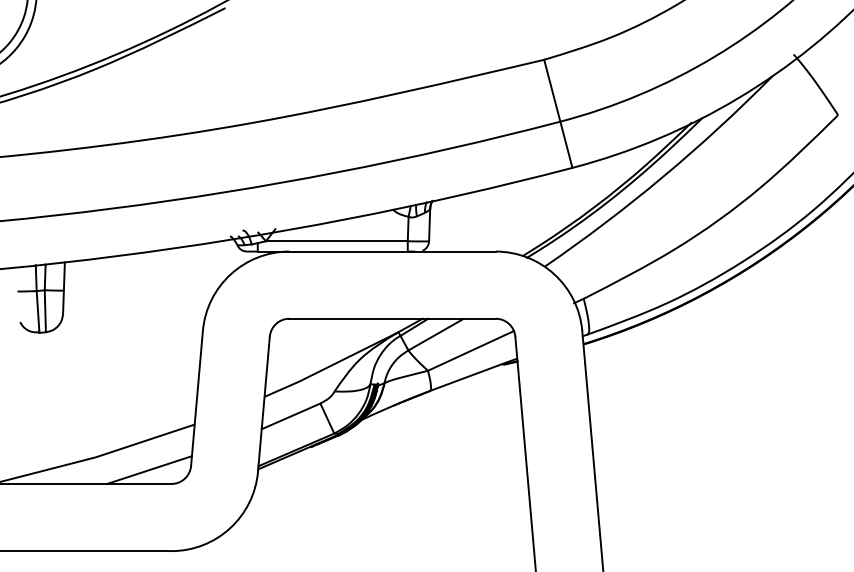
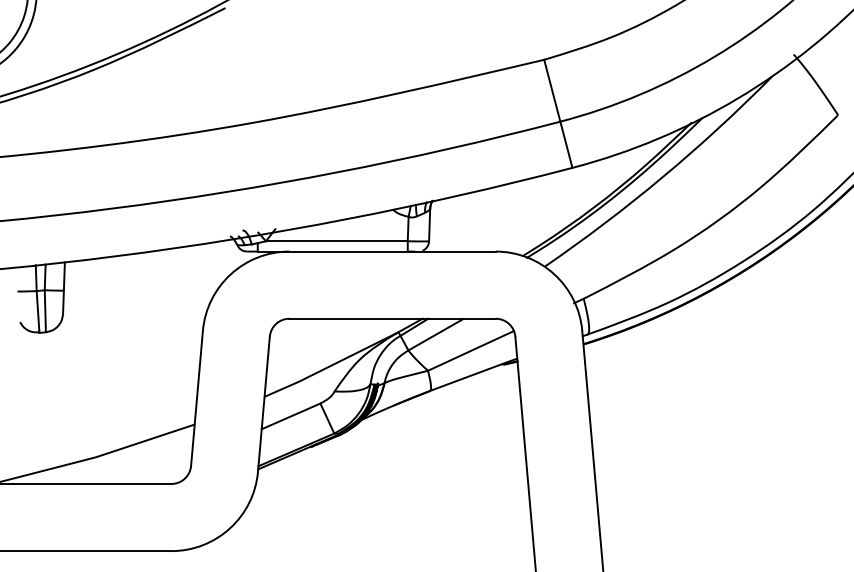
line at (149, 469): present -> none
